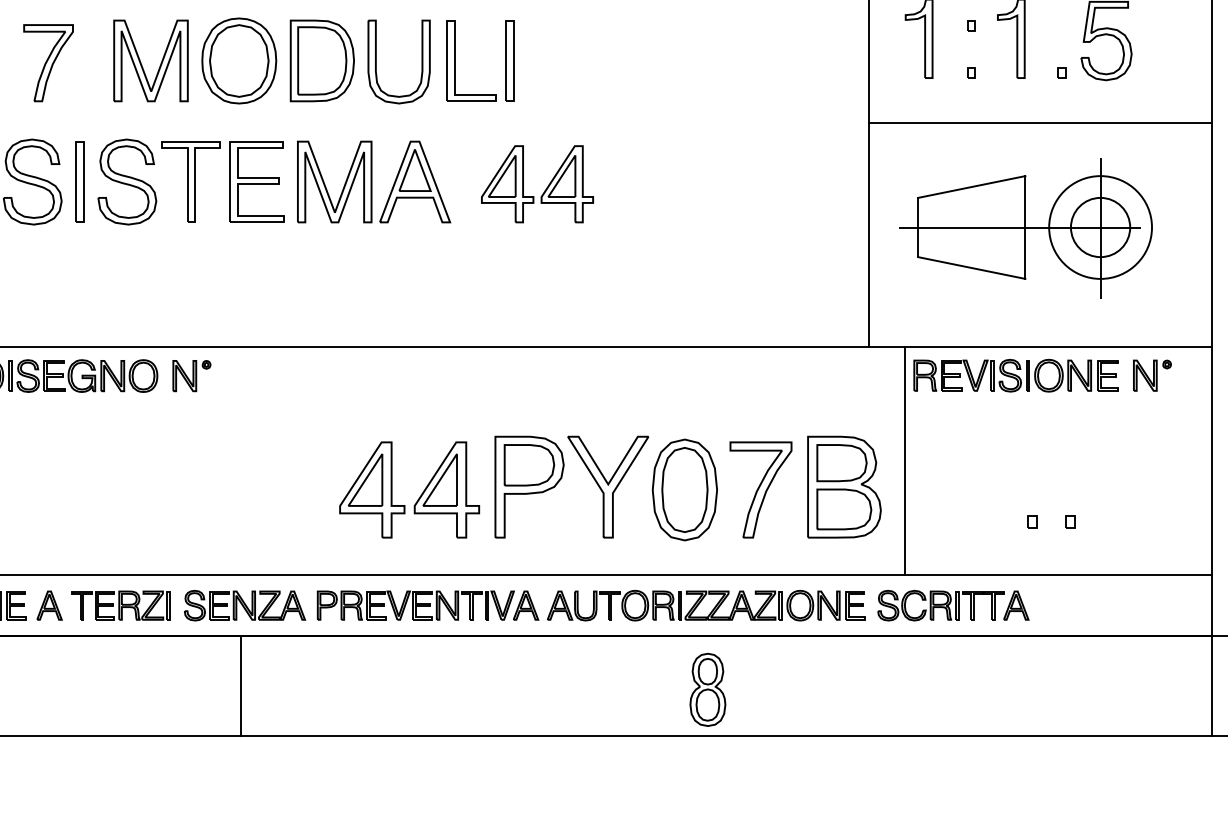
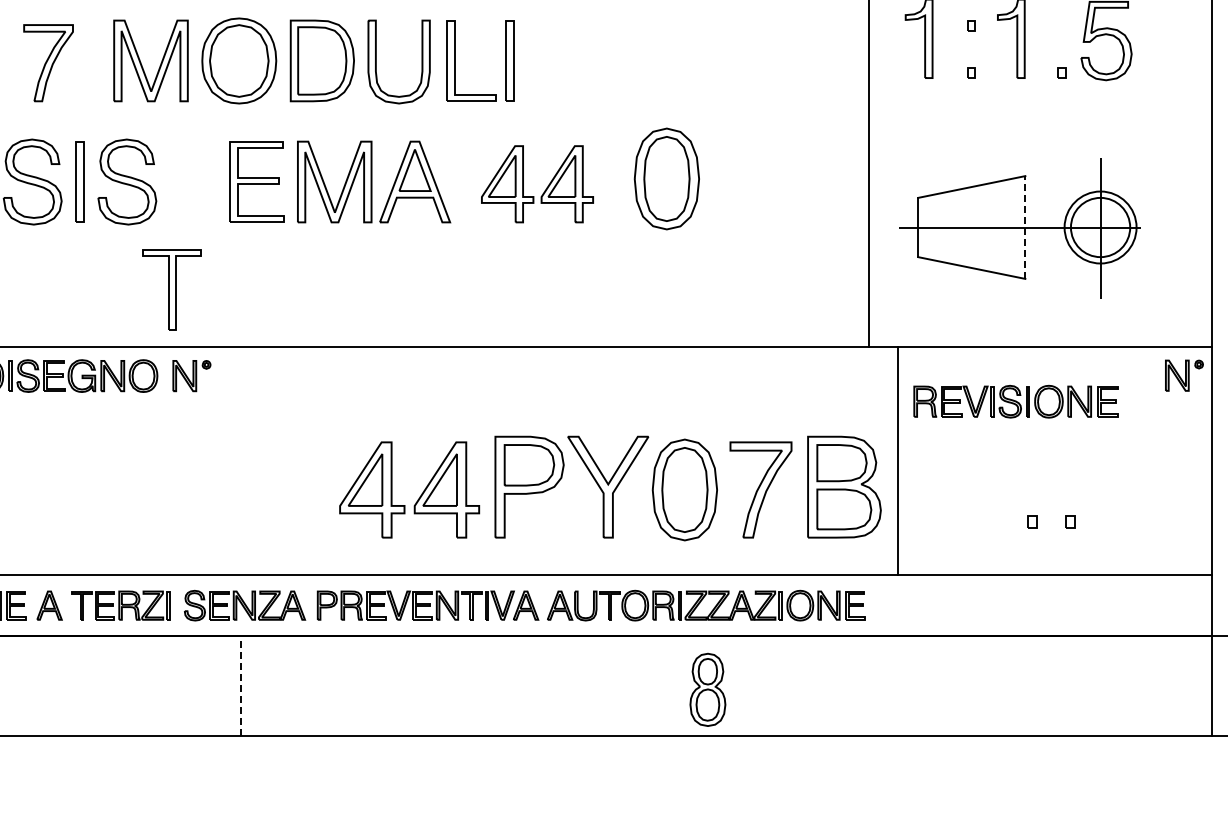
line at (1039, 123): present -> none
part at (666, 178): none -> present
part at (190, 181) position: (190, 181) -> (171, 289)
line at (1025, 227): solid -> dashed
circle at (1100, 227) diameter: 103 px -> 72 px
part at (1015, 375) position: (1015, 375) -> (1015, 401)
part at (1152, 375) position: (1152, 375) -> (1184, 375)
line at (904, 461) position: (904, 461) -> (897, 461)
part at (953, 605): present -> none
line at (240, 685): solid -> dashed
